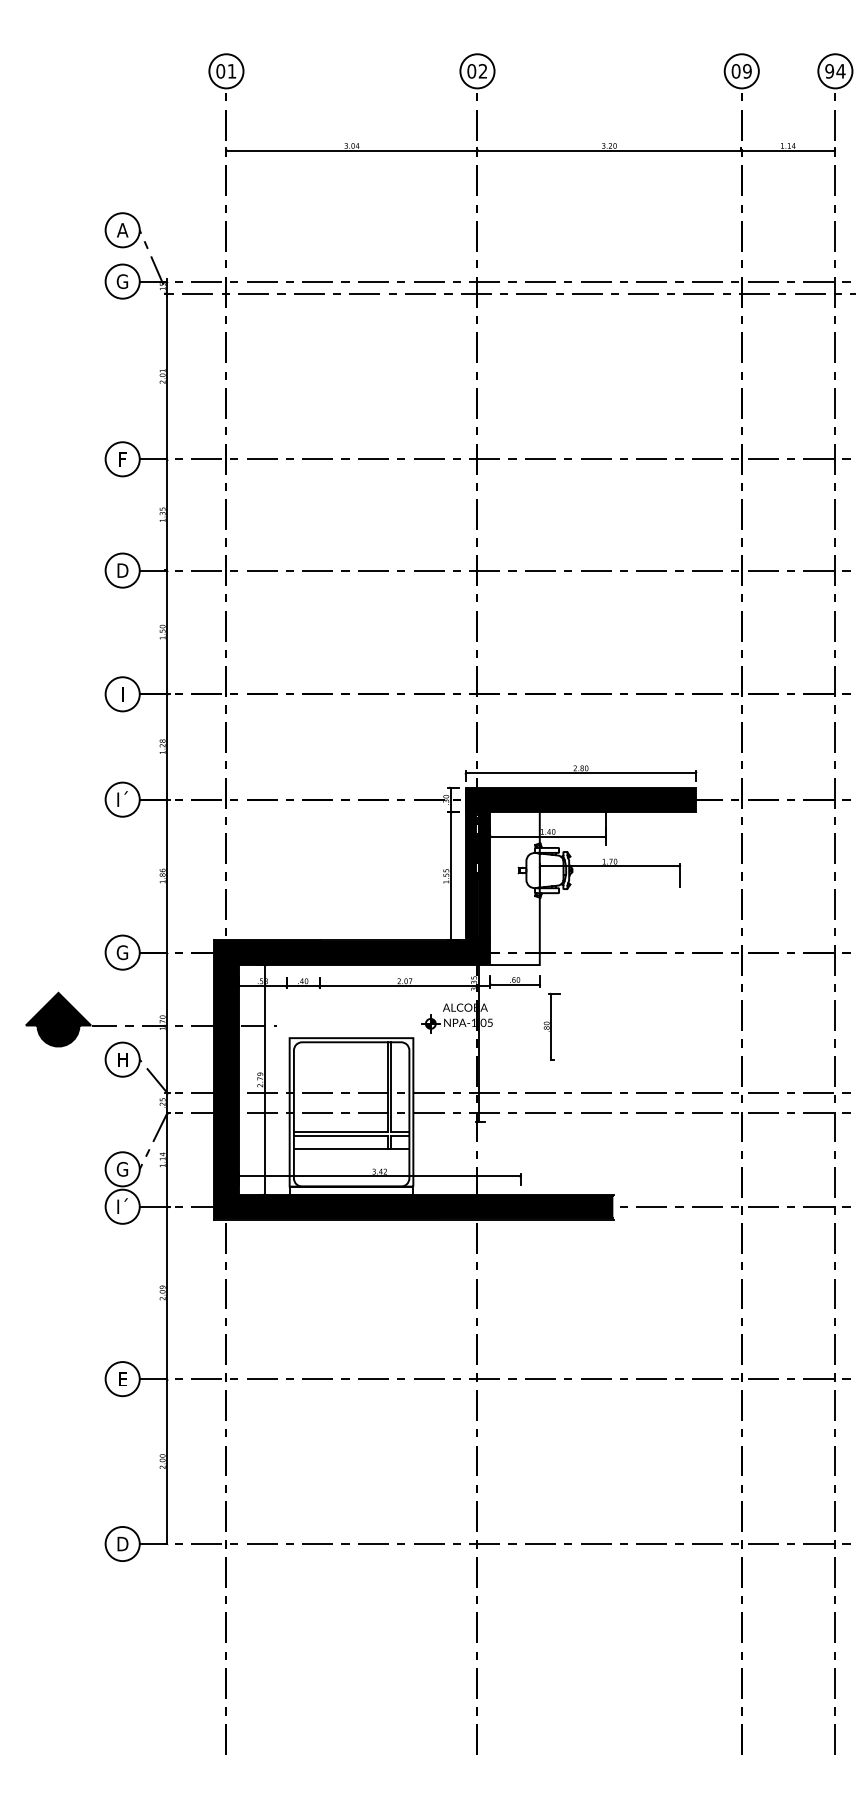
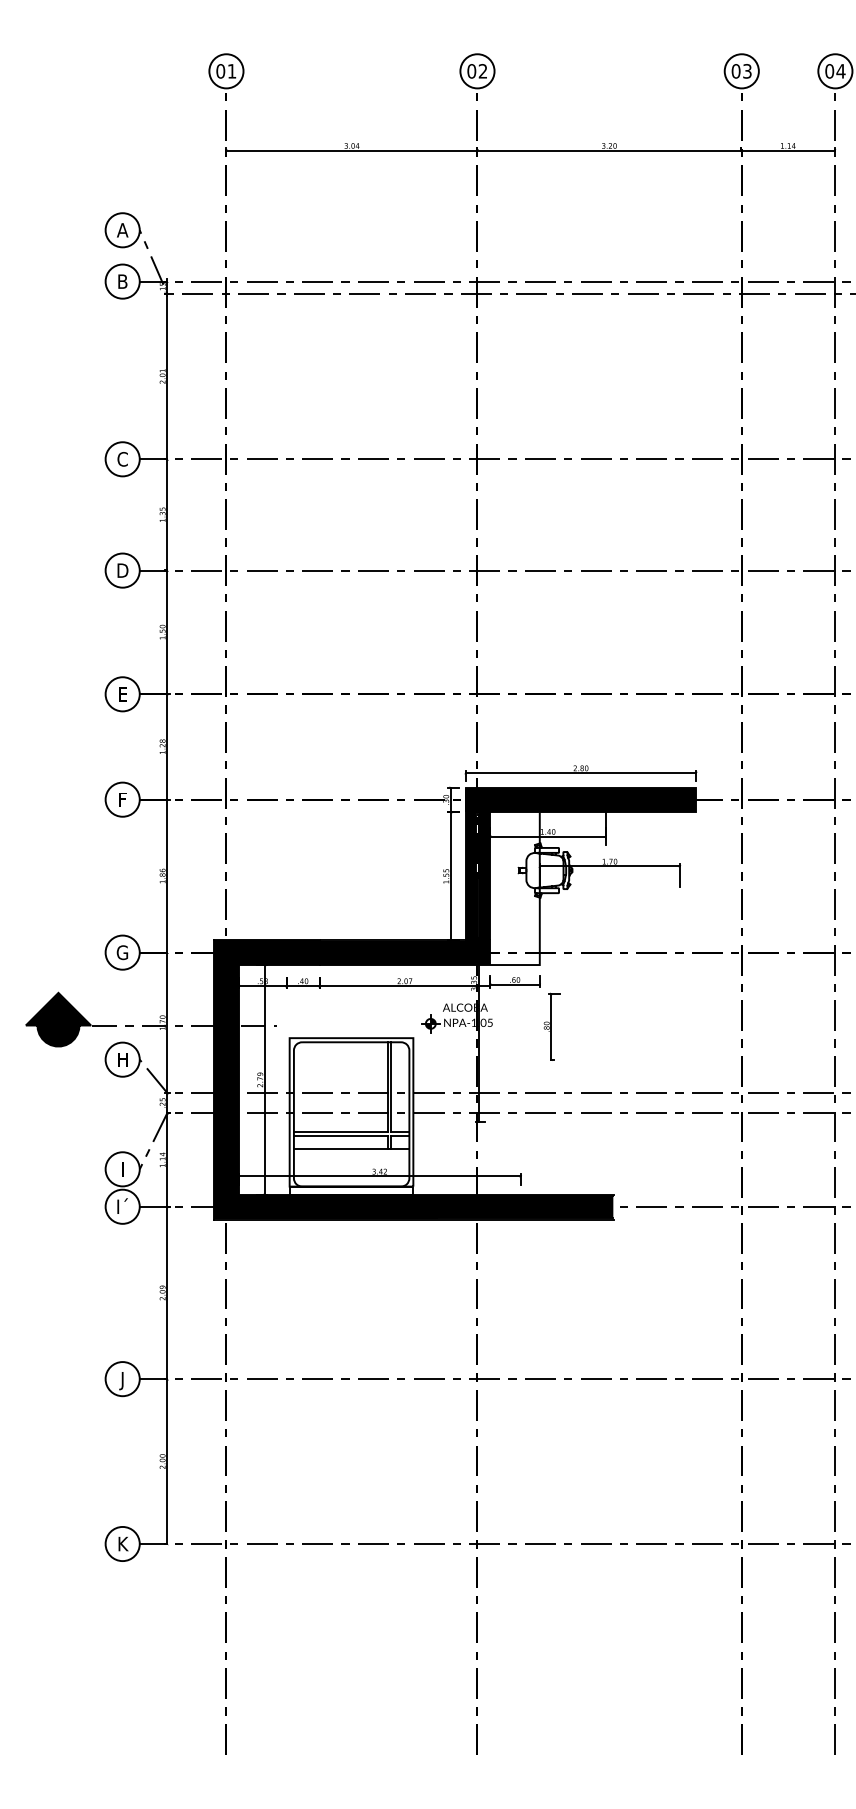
text at (747, 71): 09 -> 03
text at (829, 71): 94 -> 04
text at (122, 281): G -> B
text at (122, 459): F -> C
text at (122, 694): I -> E
text at (122, 798): I´ -> F
text at (122, 1169): G -> I
text at (122, 1381): E -> J
text at (122, 1543): D -> K
